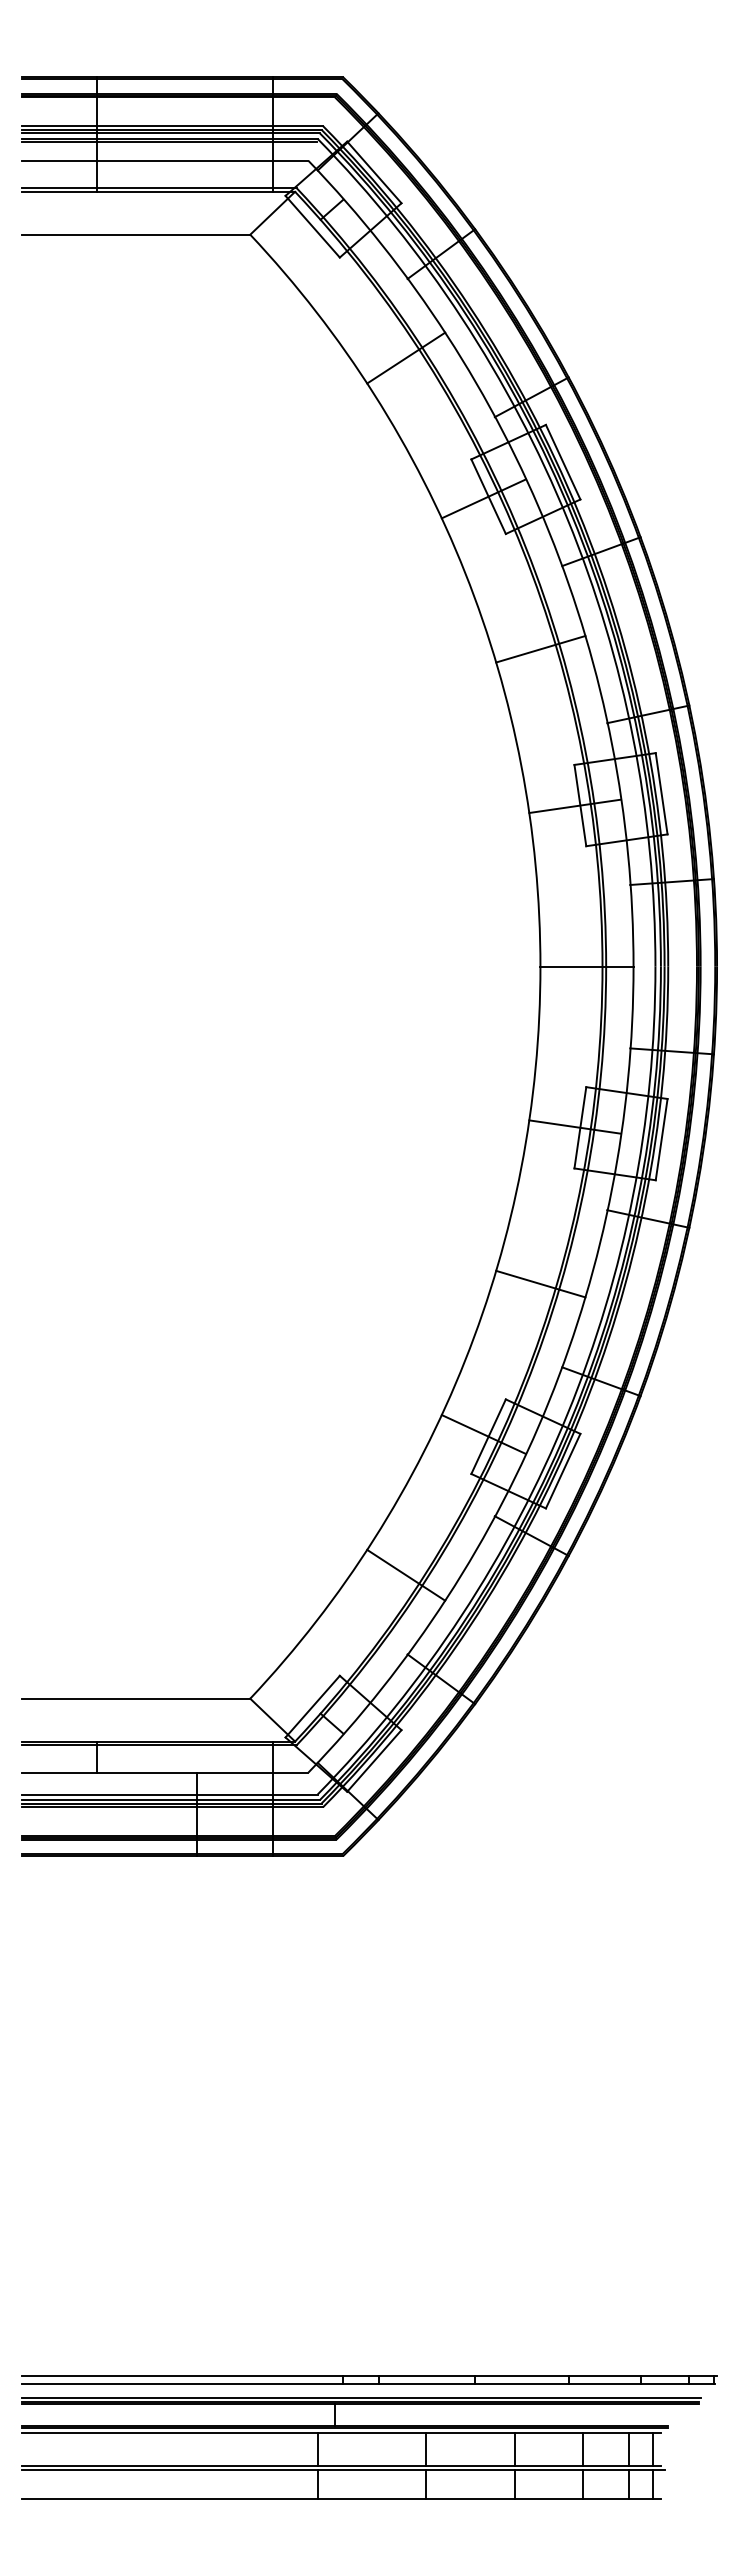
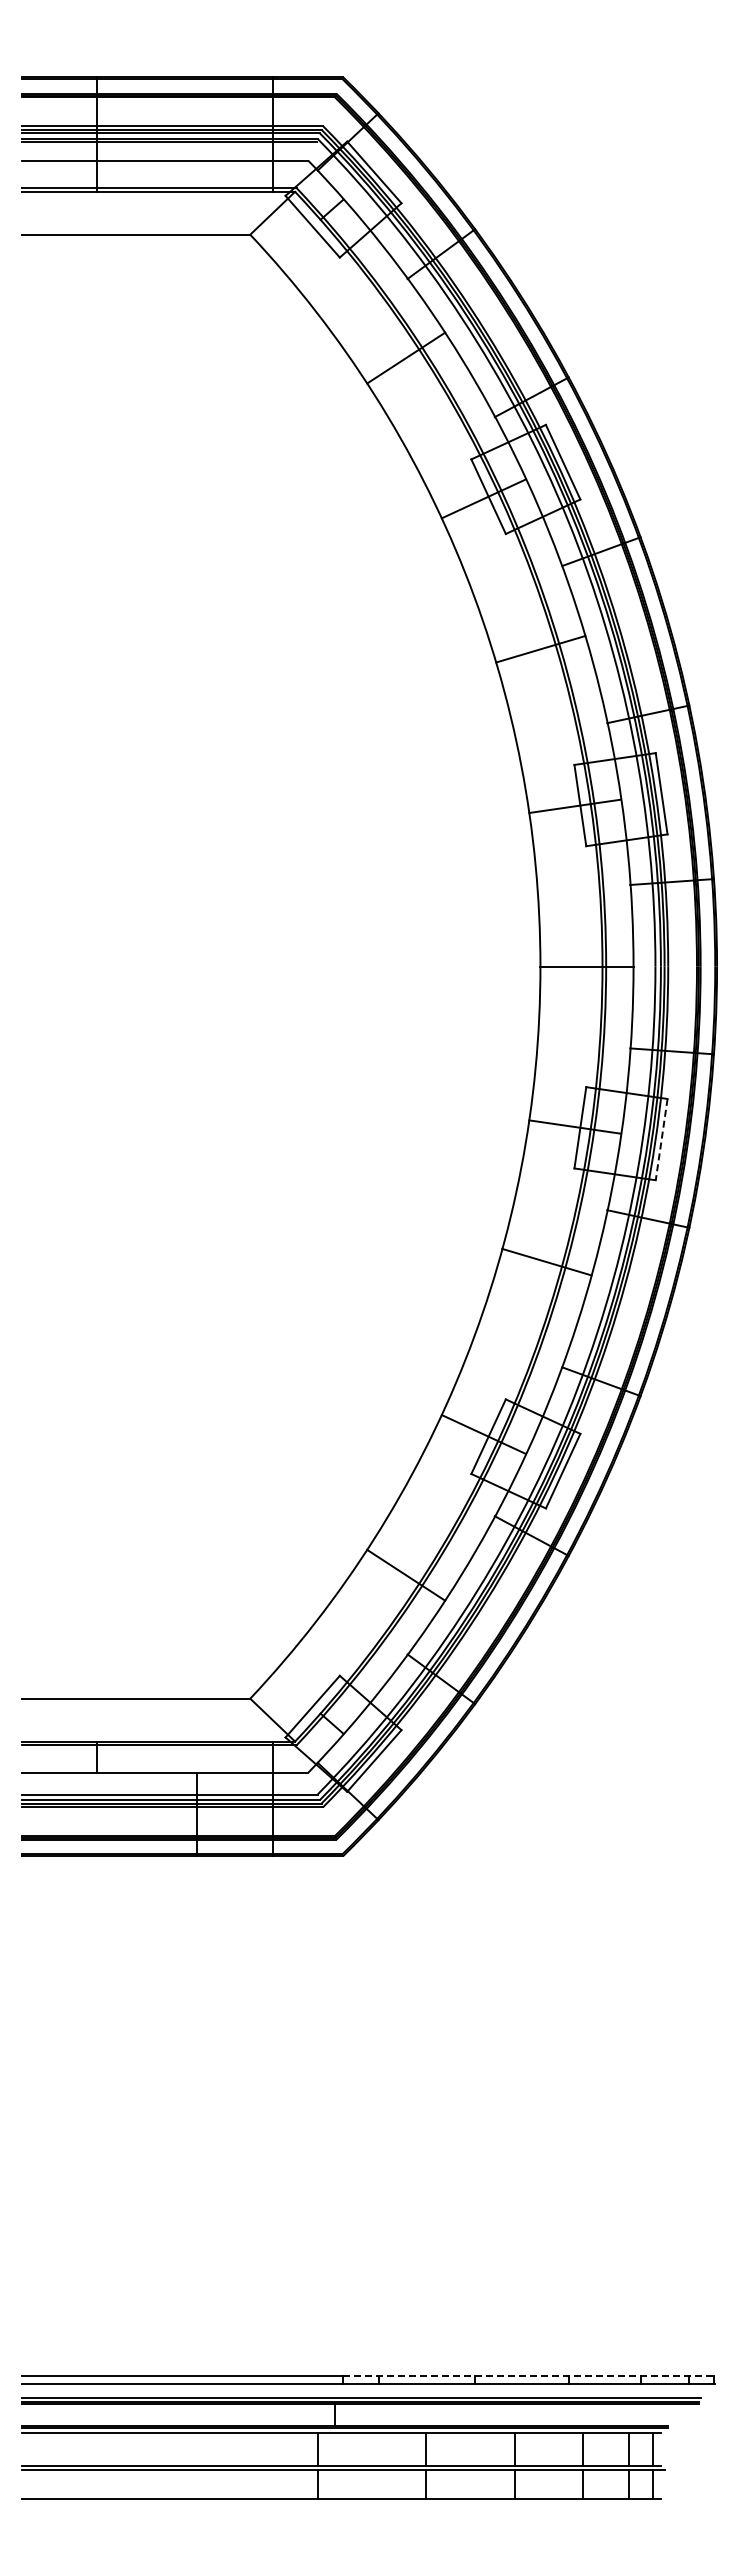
line at (661, 1140): solid -> dashed
line at (540, 1283) position: (540, 1283) -> (546, 1261)
line at (530, 2376): solid -> dashed
